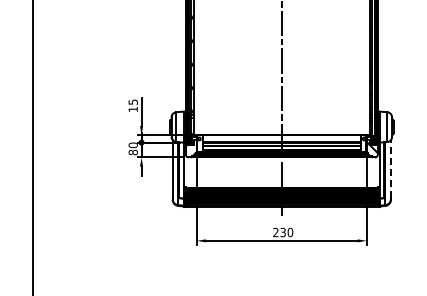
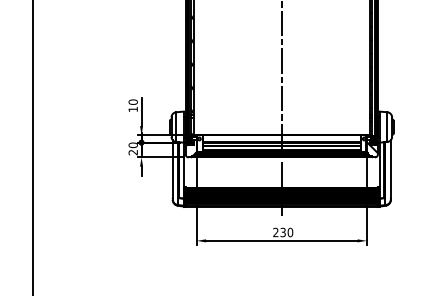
text at (132, 101): 15 -> 10
text at (132, 152): 80 -> 20
line at (390, 169): dashed -> solid
